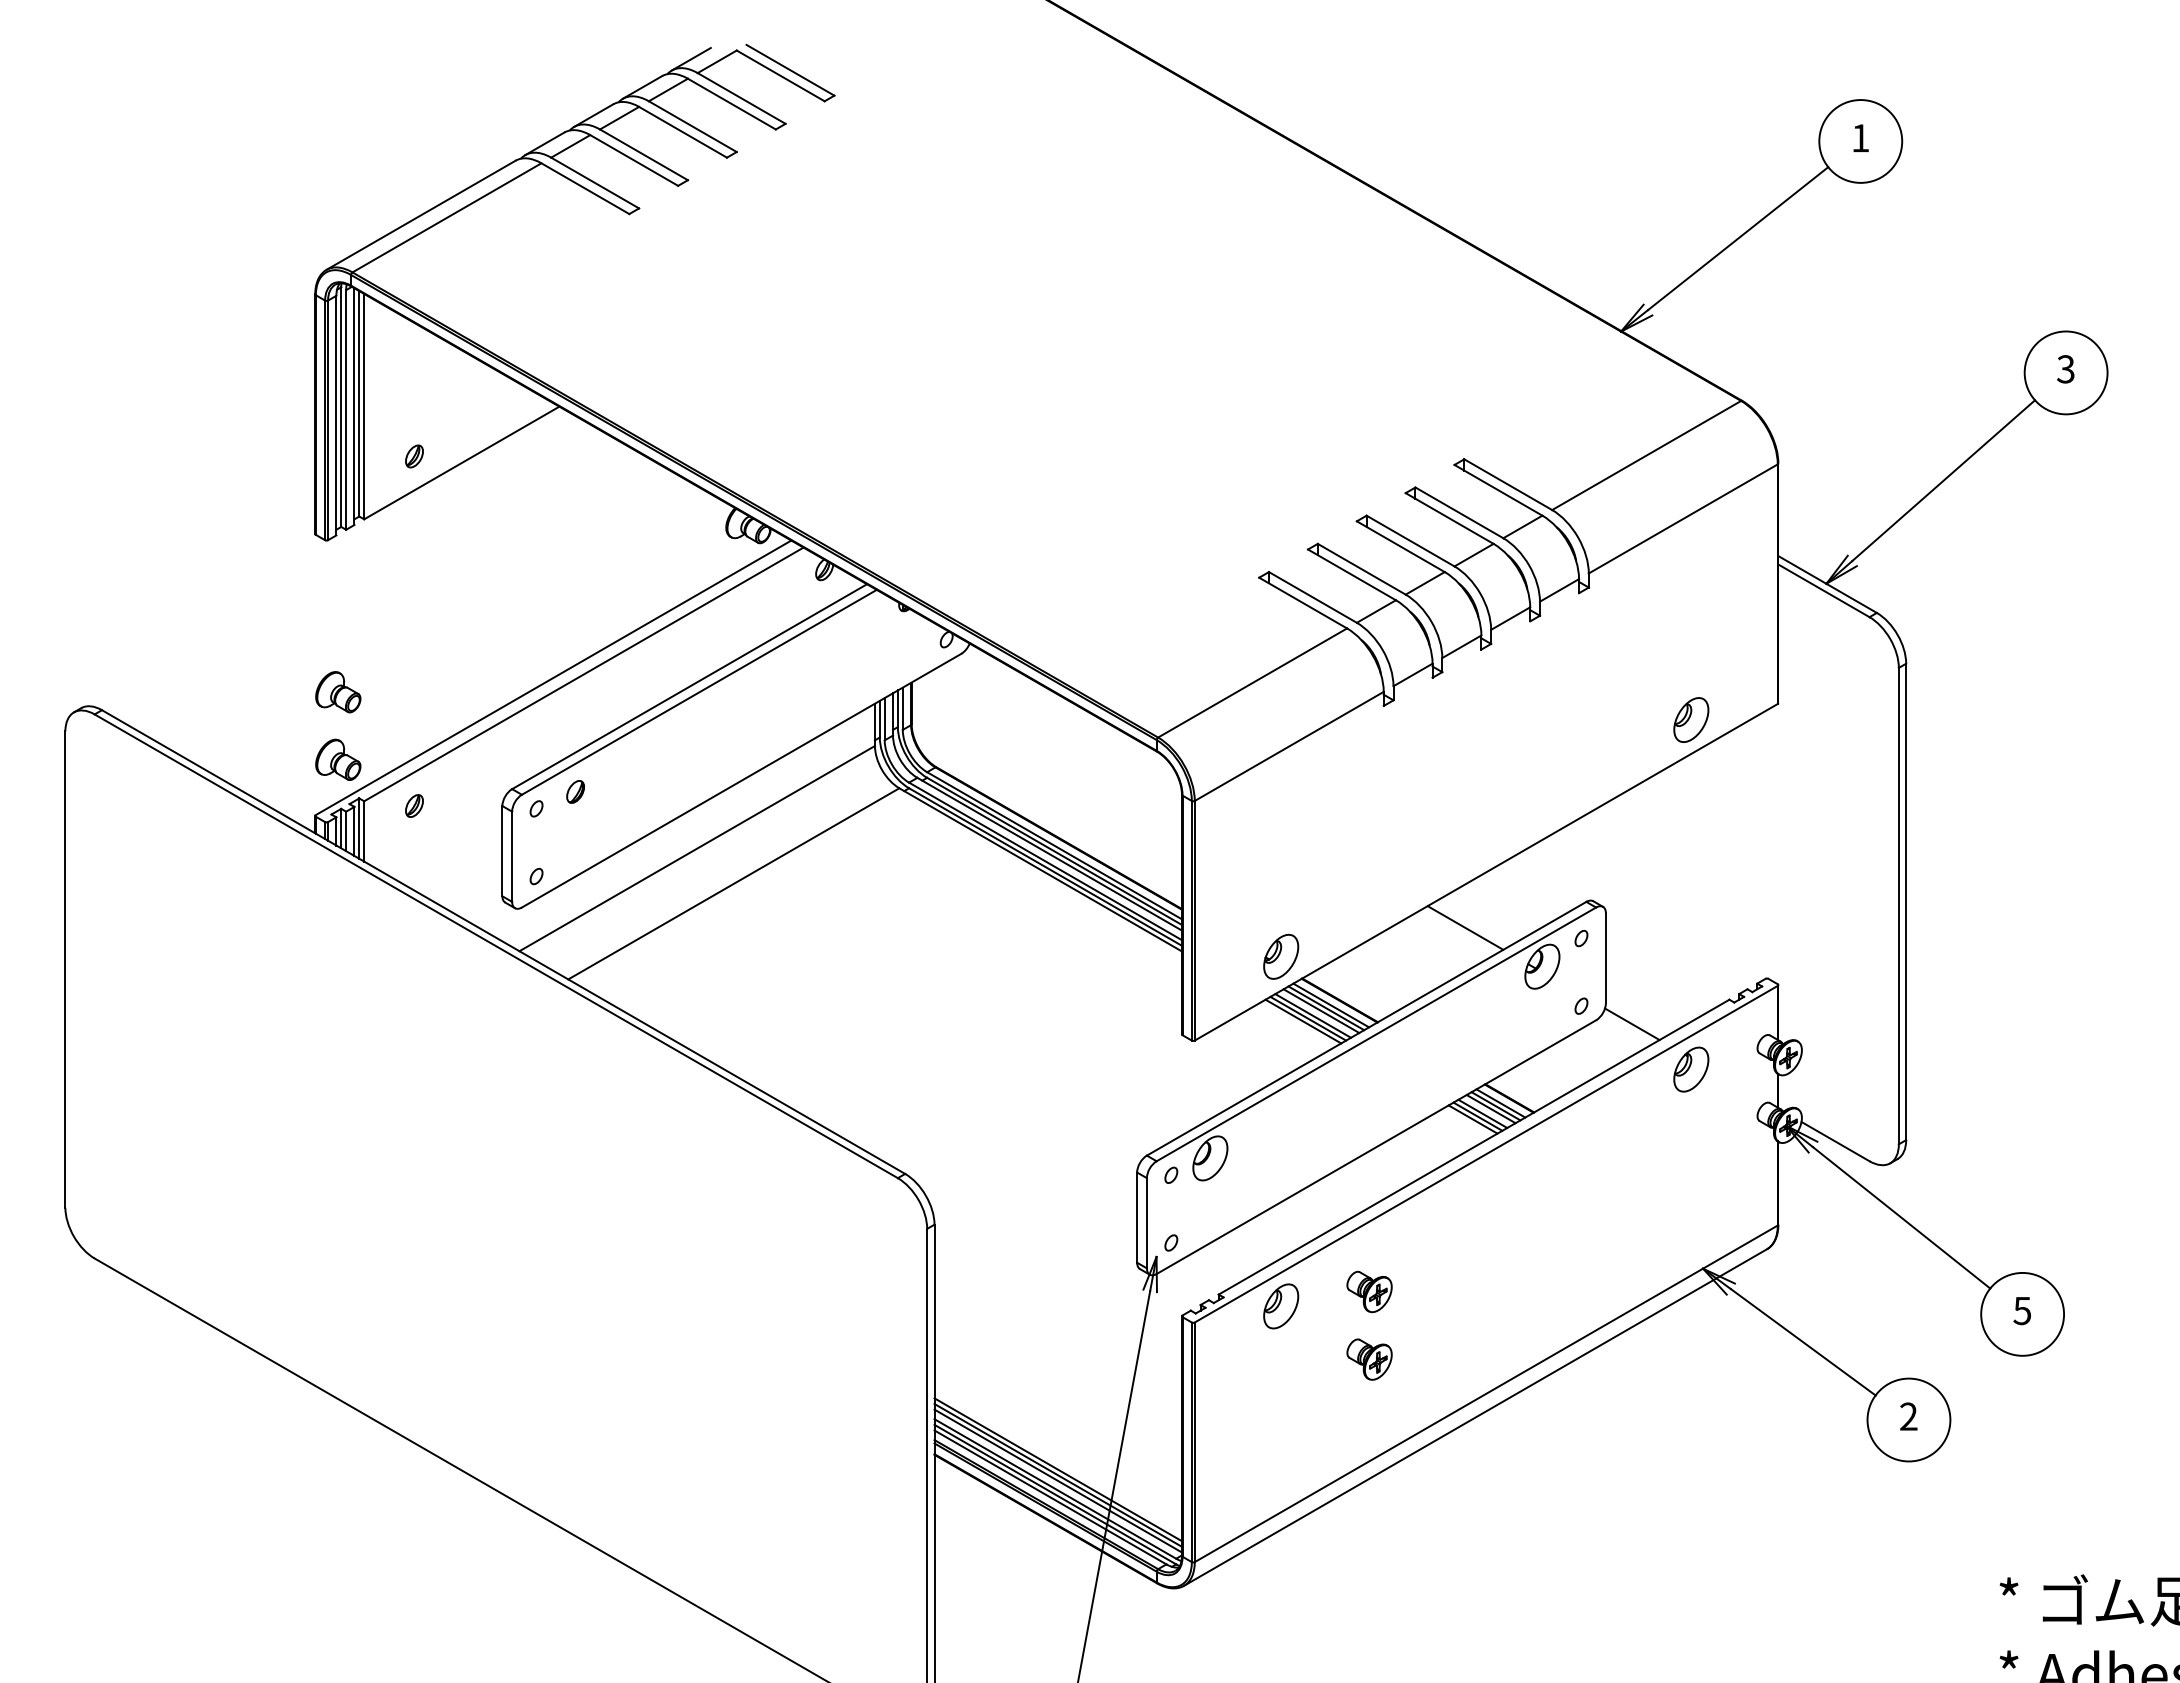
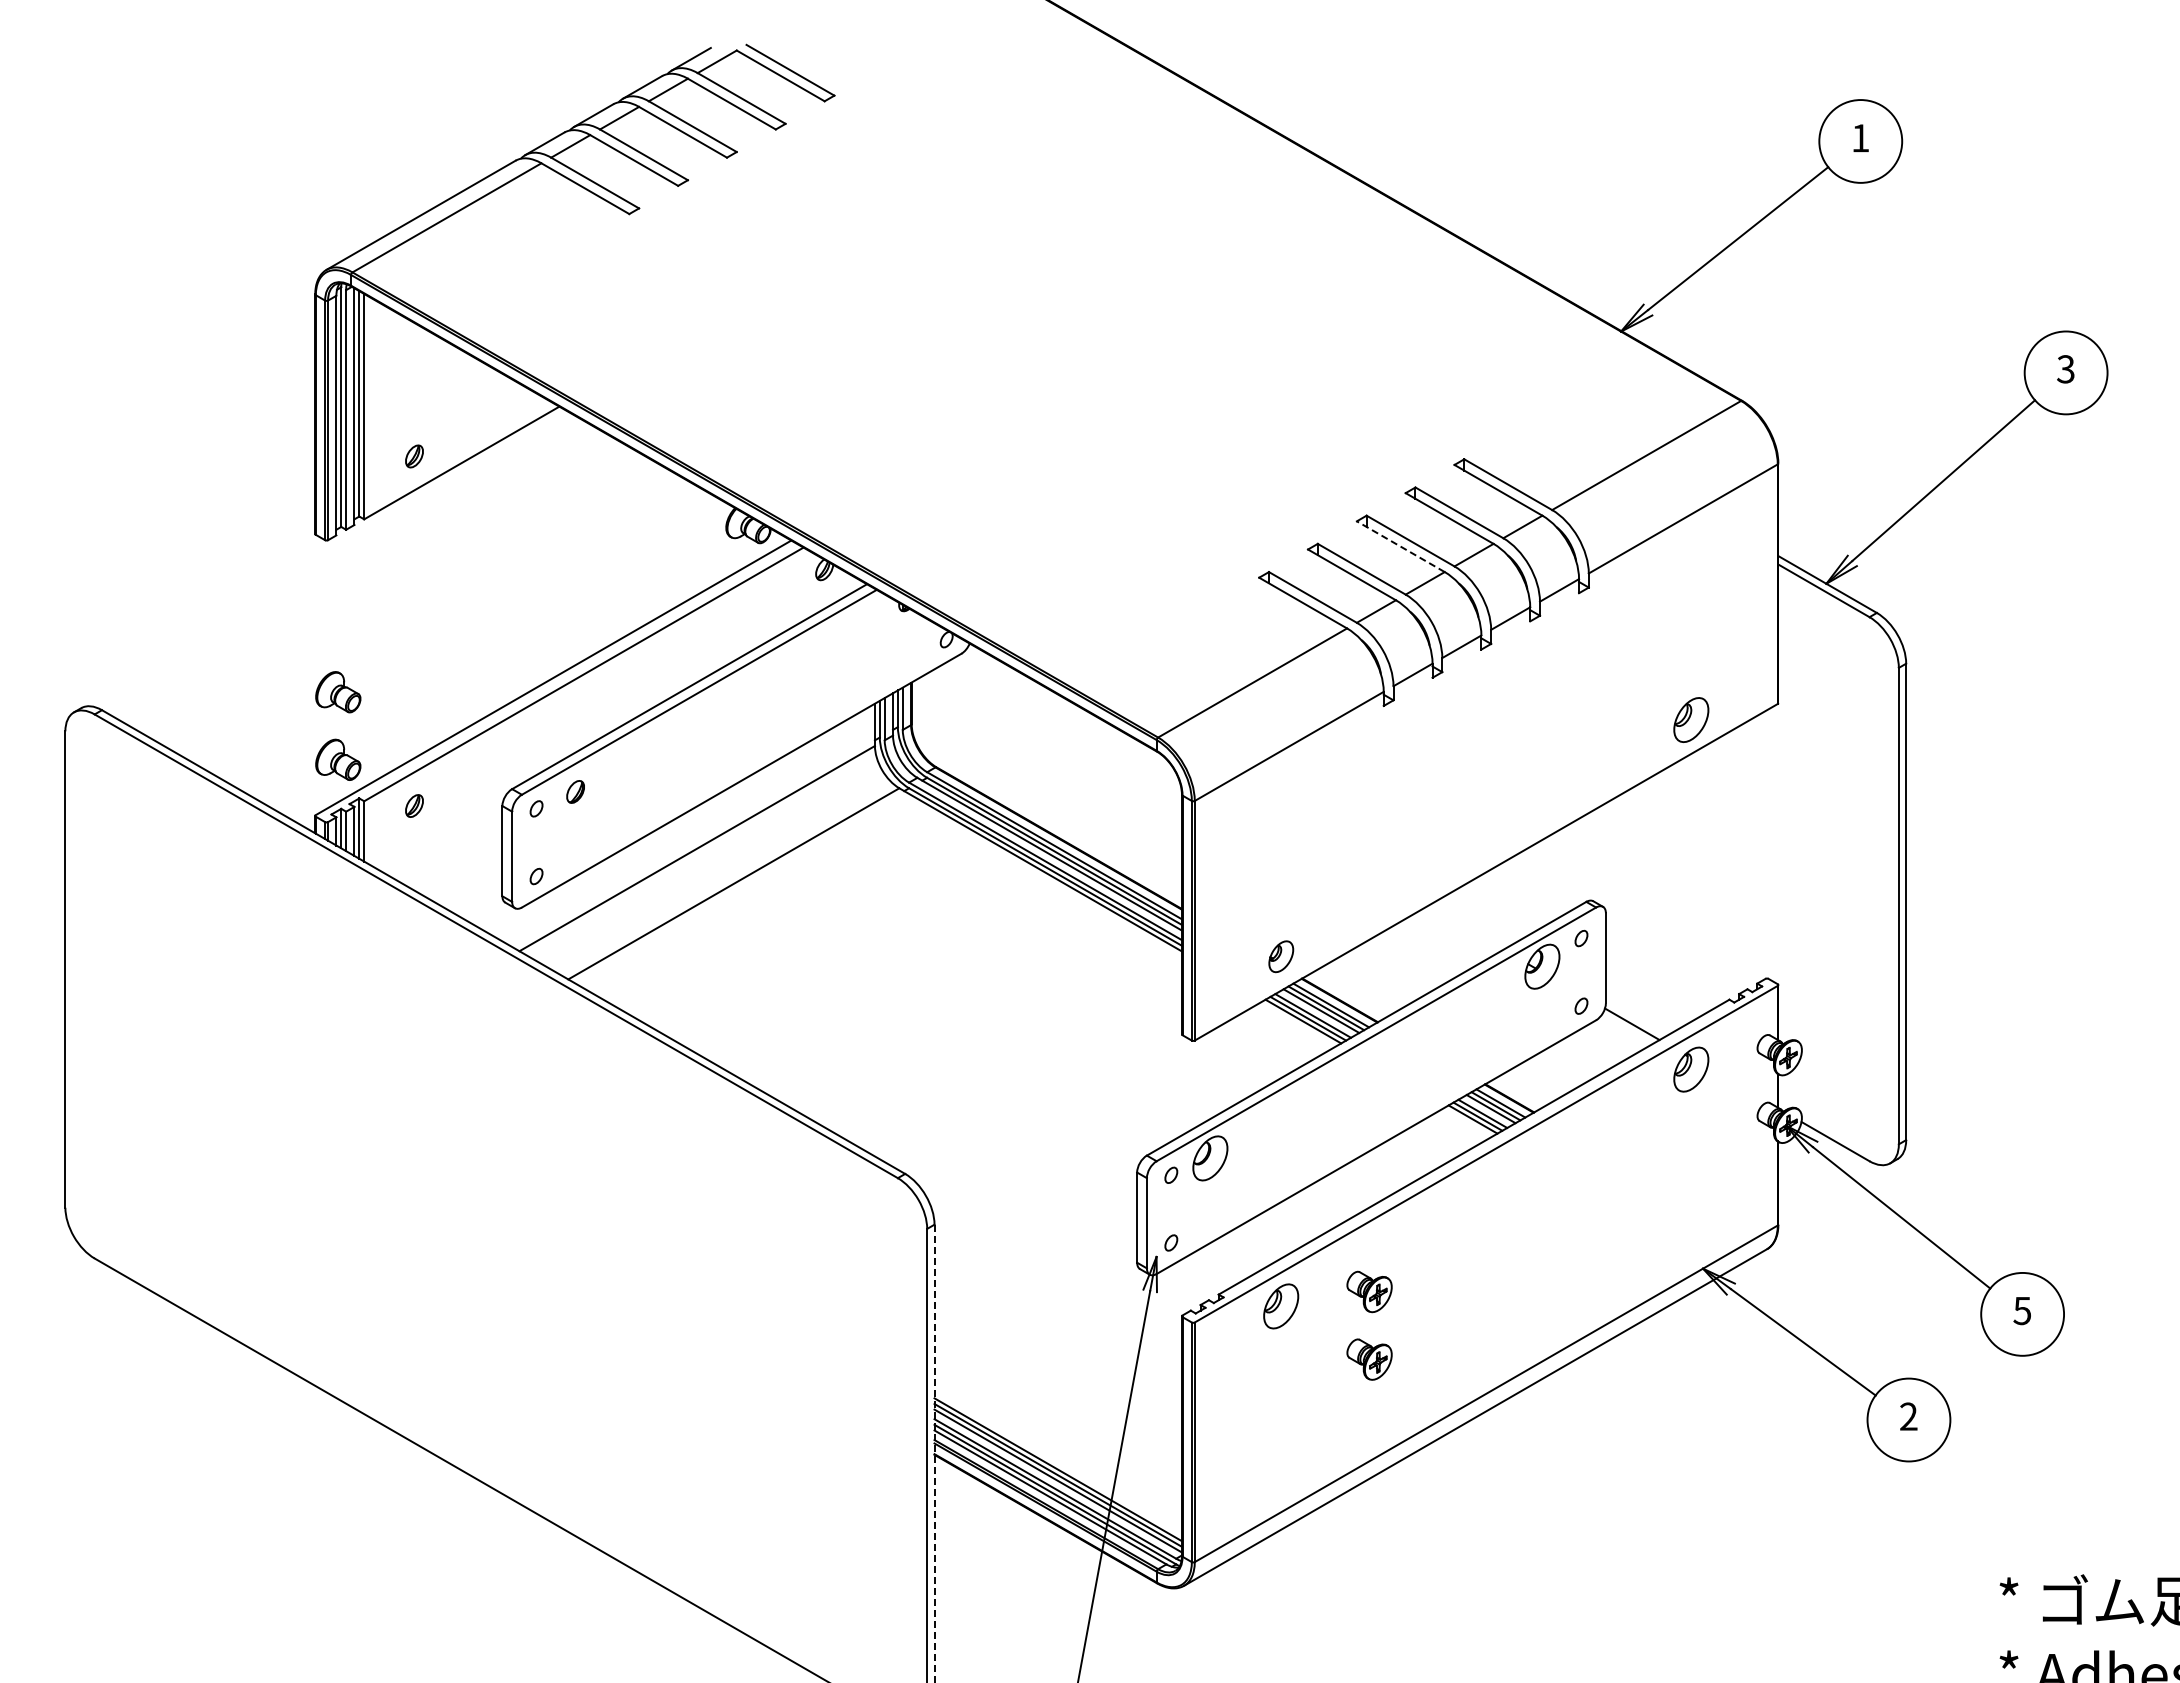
line at (1400, 546): solid -> dashed
line at (1465, 927): present -> none
part at (1281, 956) size: 37x47 px -> 27x34 px
line at (934, 1453): solid -> dashed
